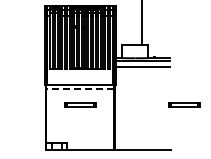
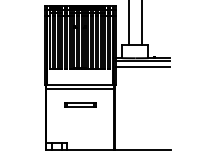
line at (129, 23): none -> present
line at (80, 89): dashed -> solid
part at (184, 104): present -> none
